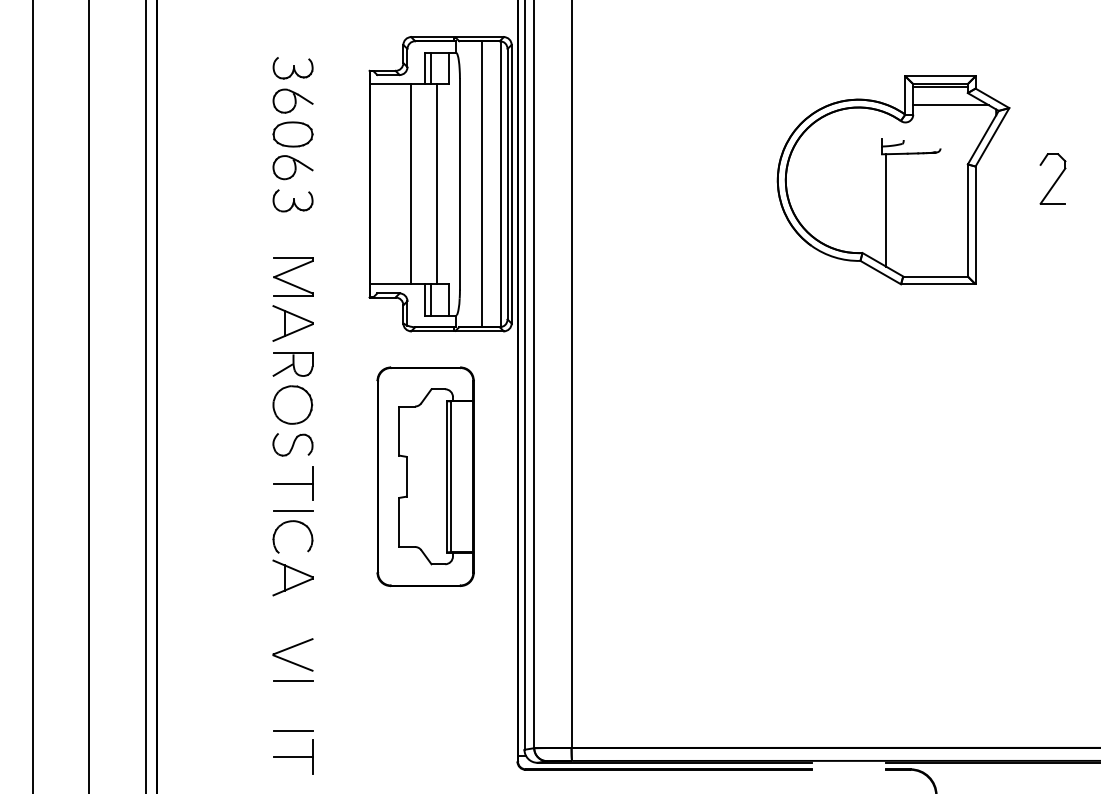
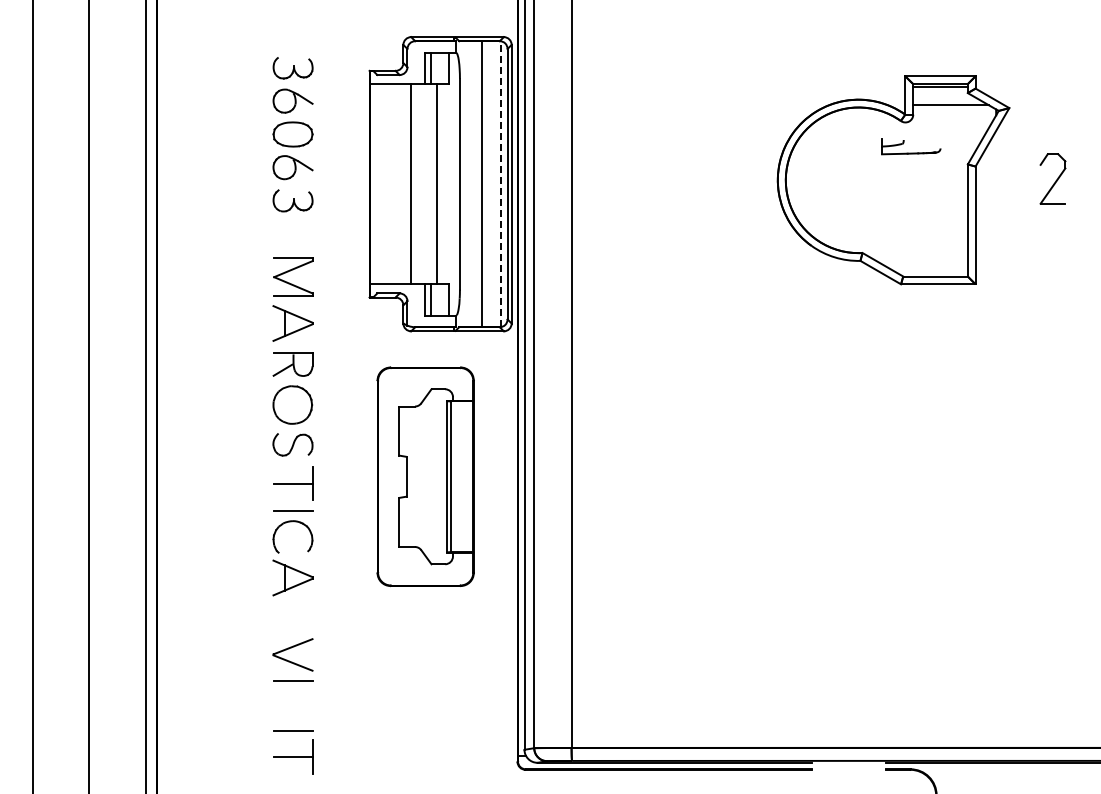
line at (501, 184): solid -> dashed
line at (885, 210): present -> none
